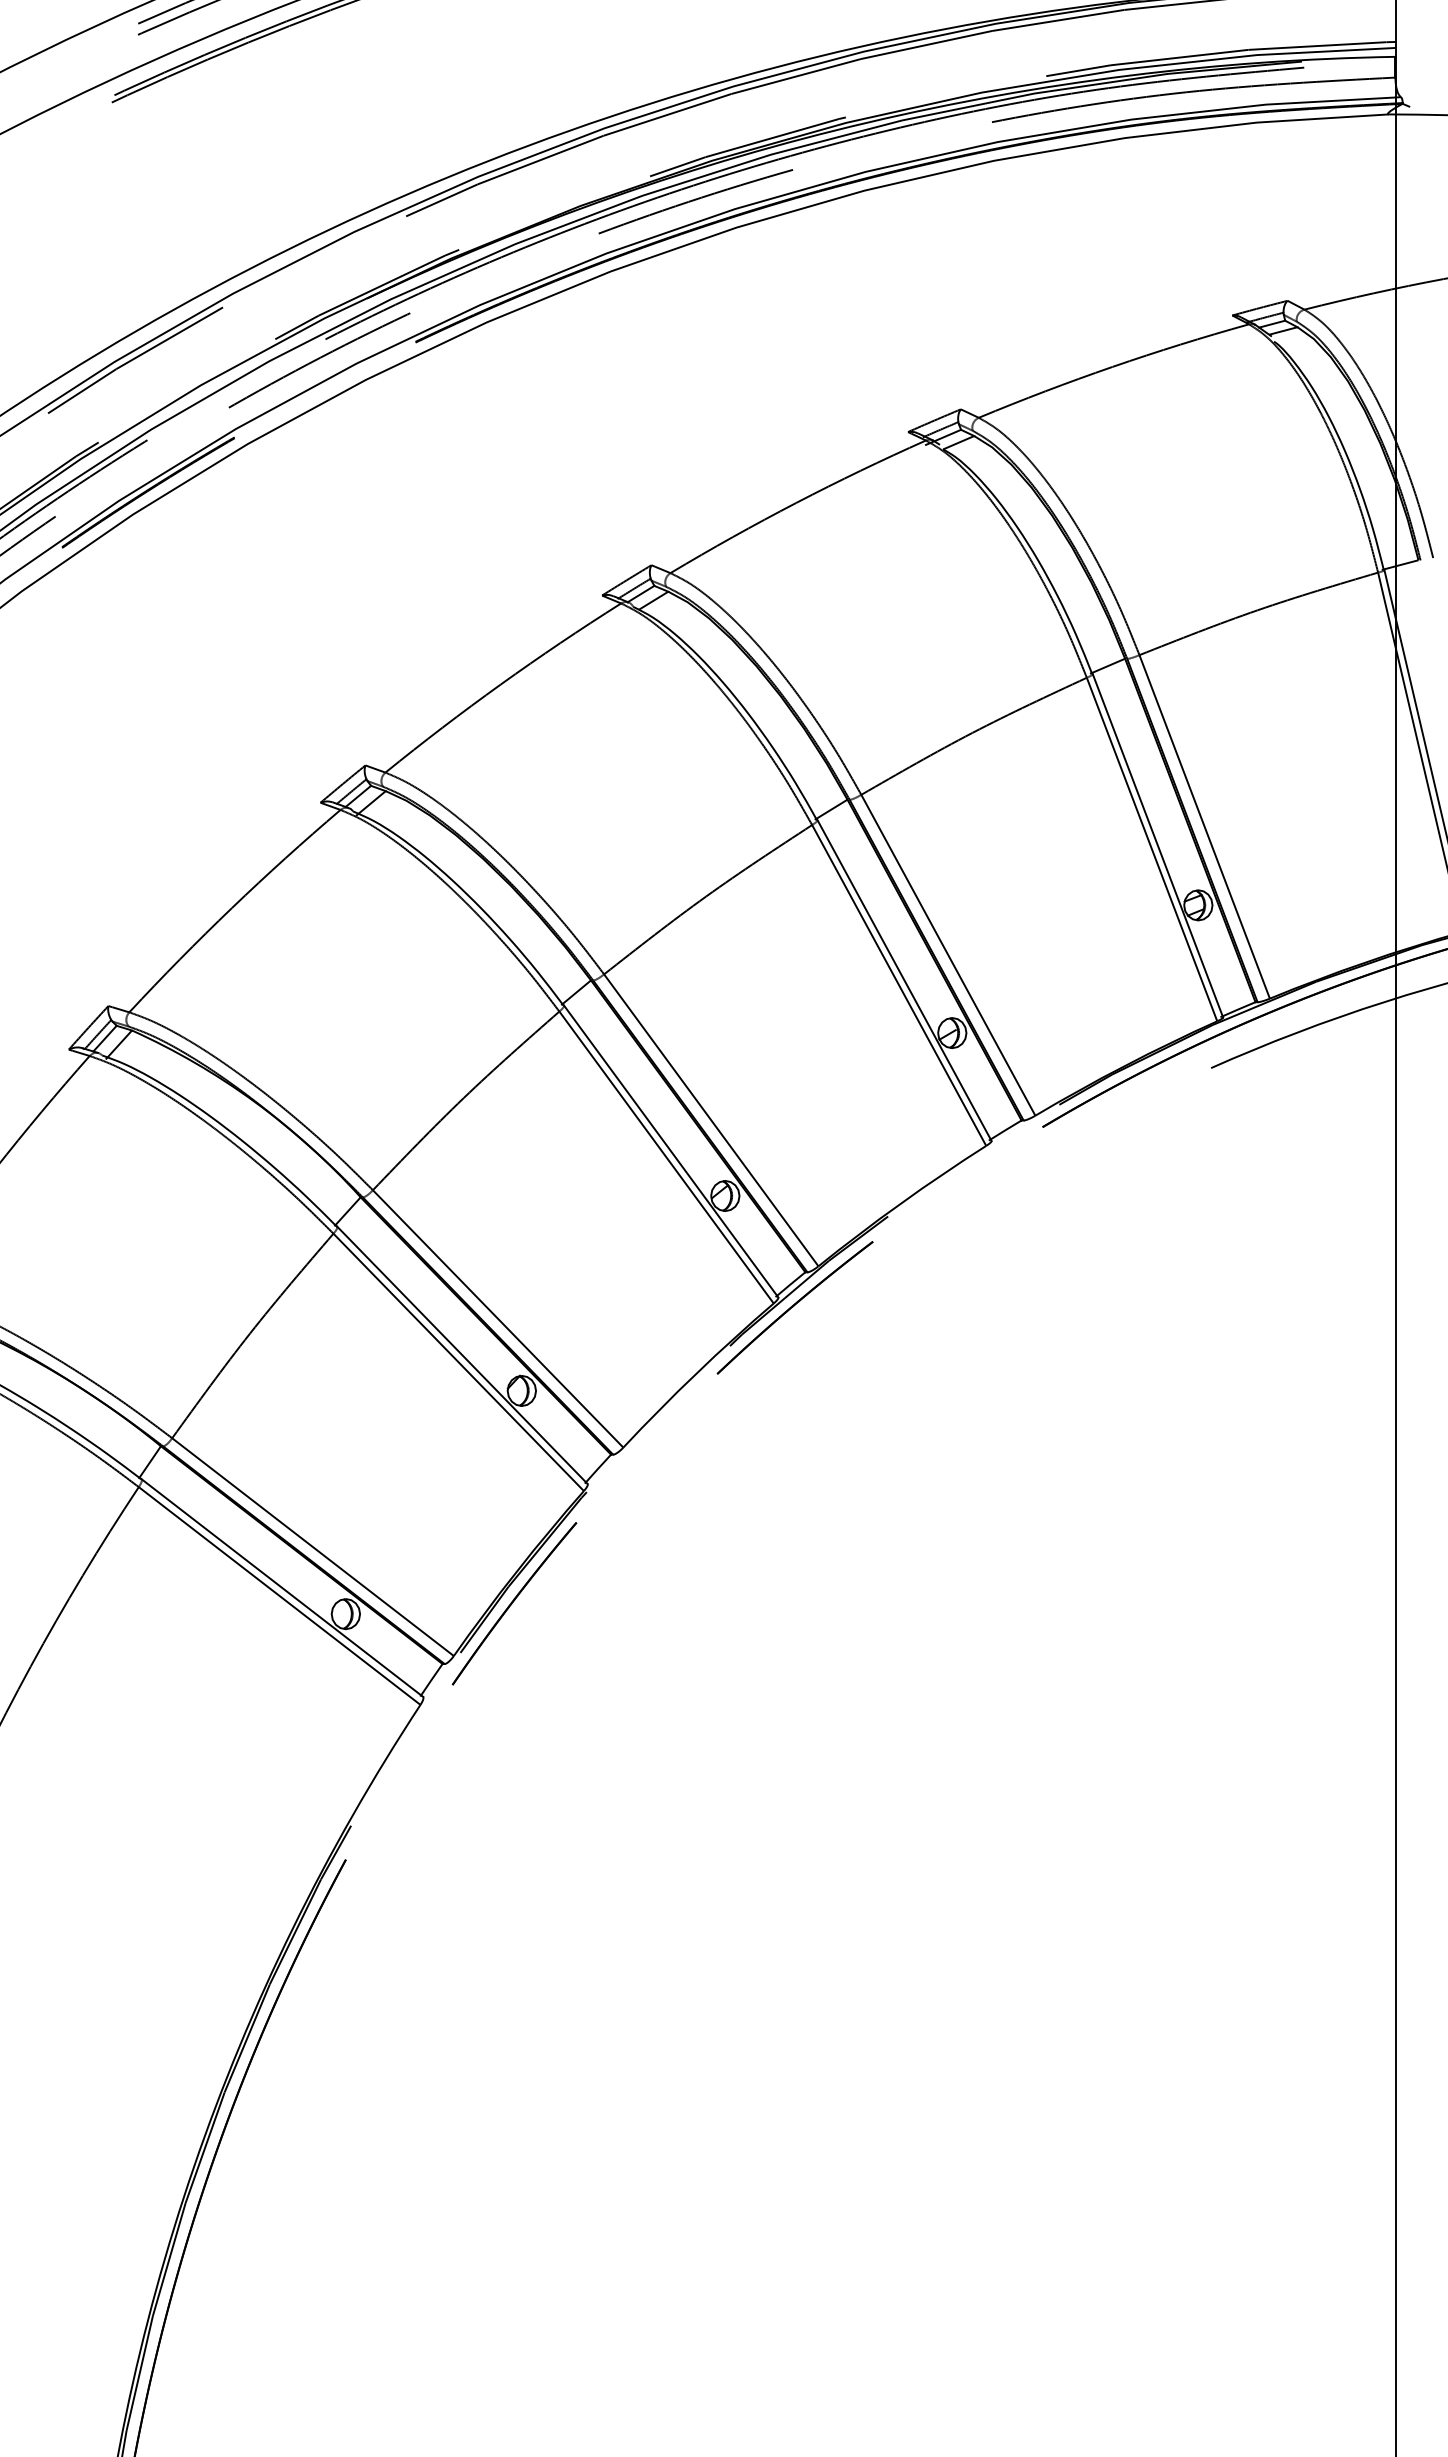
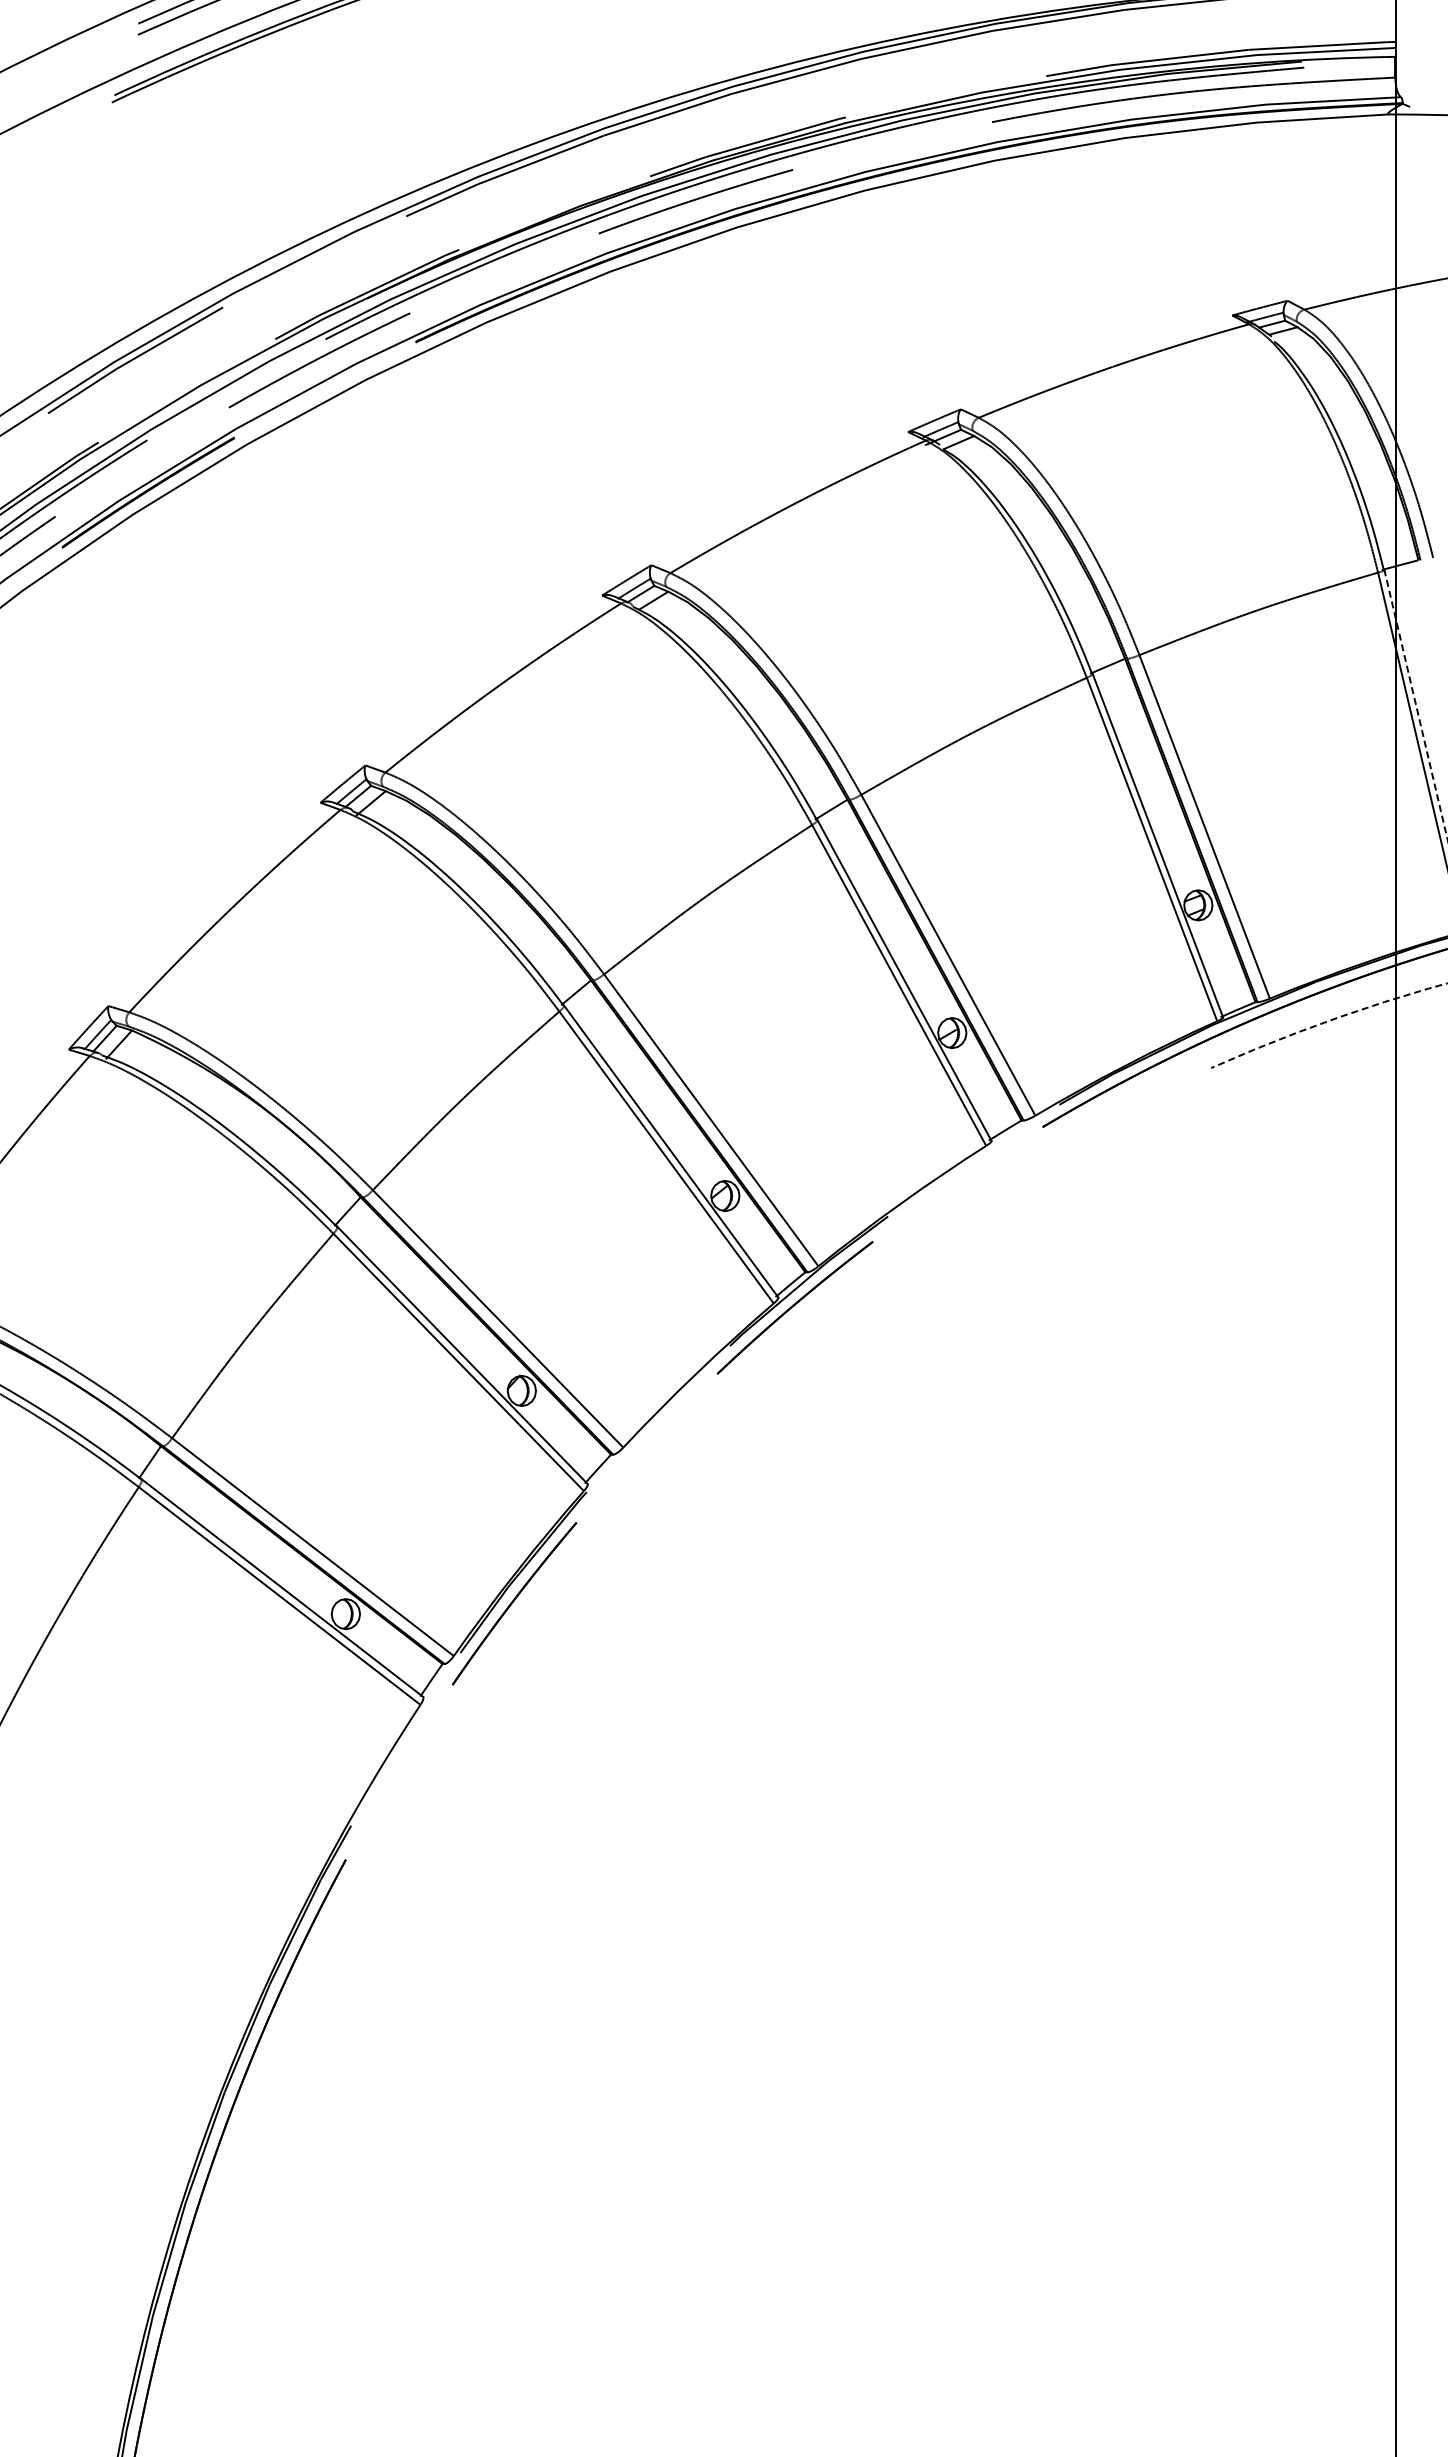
line at (1416, 705): solid -> dashed
arc at (1327, 1021): solid -> dashed
